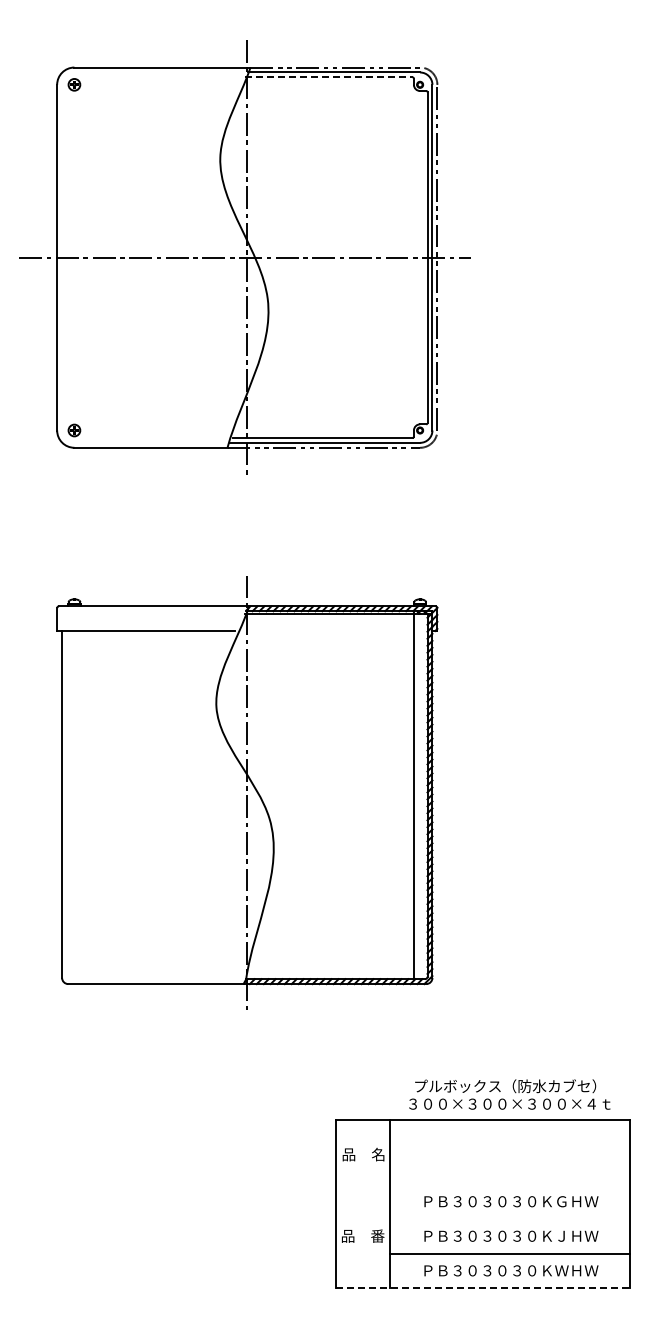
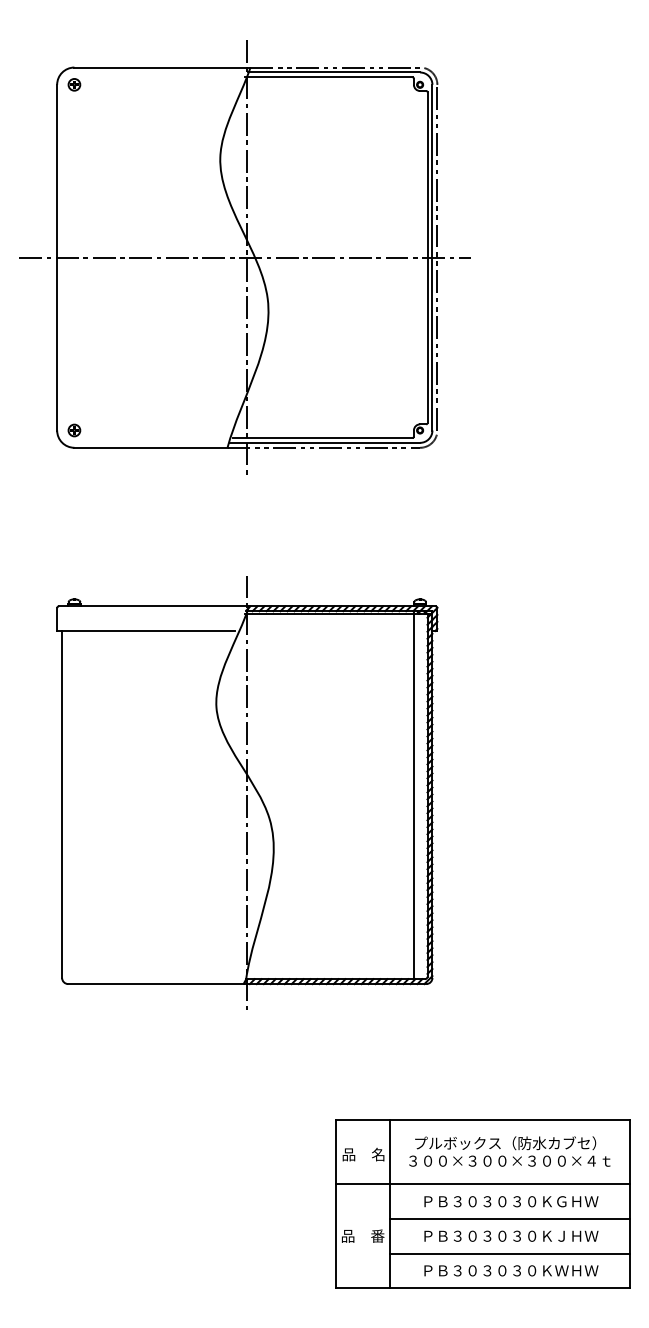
line at (328, 77): dashed -> solid
text at (509, 1094) position: (509, 1094) -> (509, 1151)
line at (482, 1184): none -> present
line at (509, 1219): none -> present
line at (482, 1288): dashed -> solid
